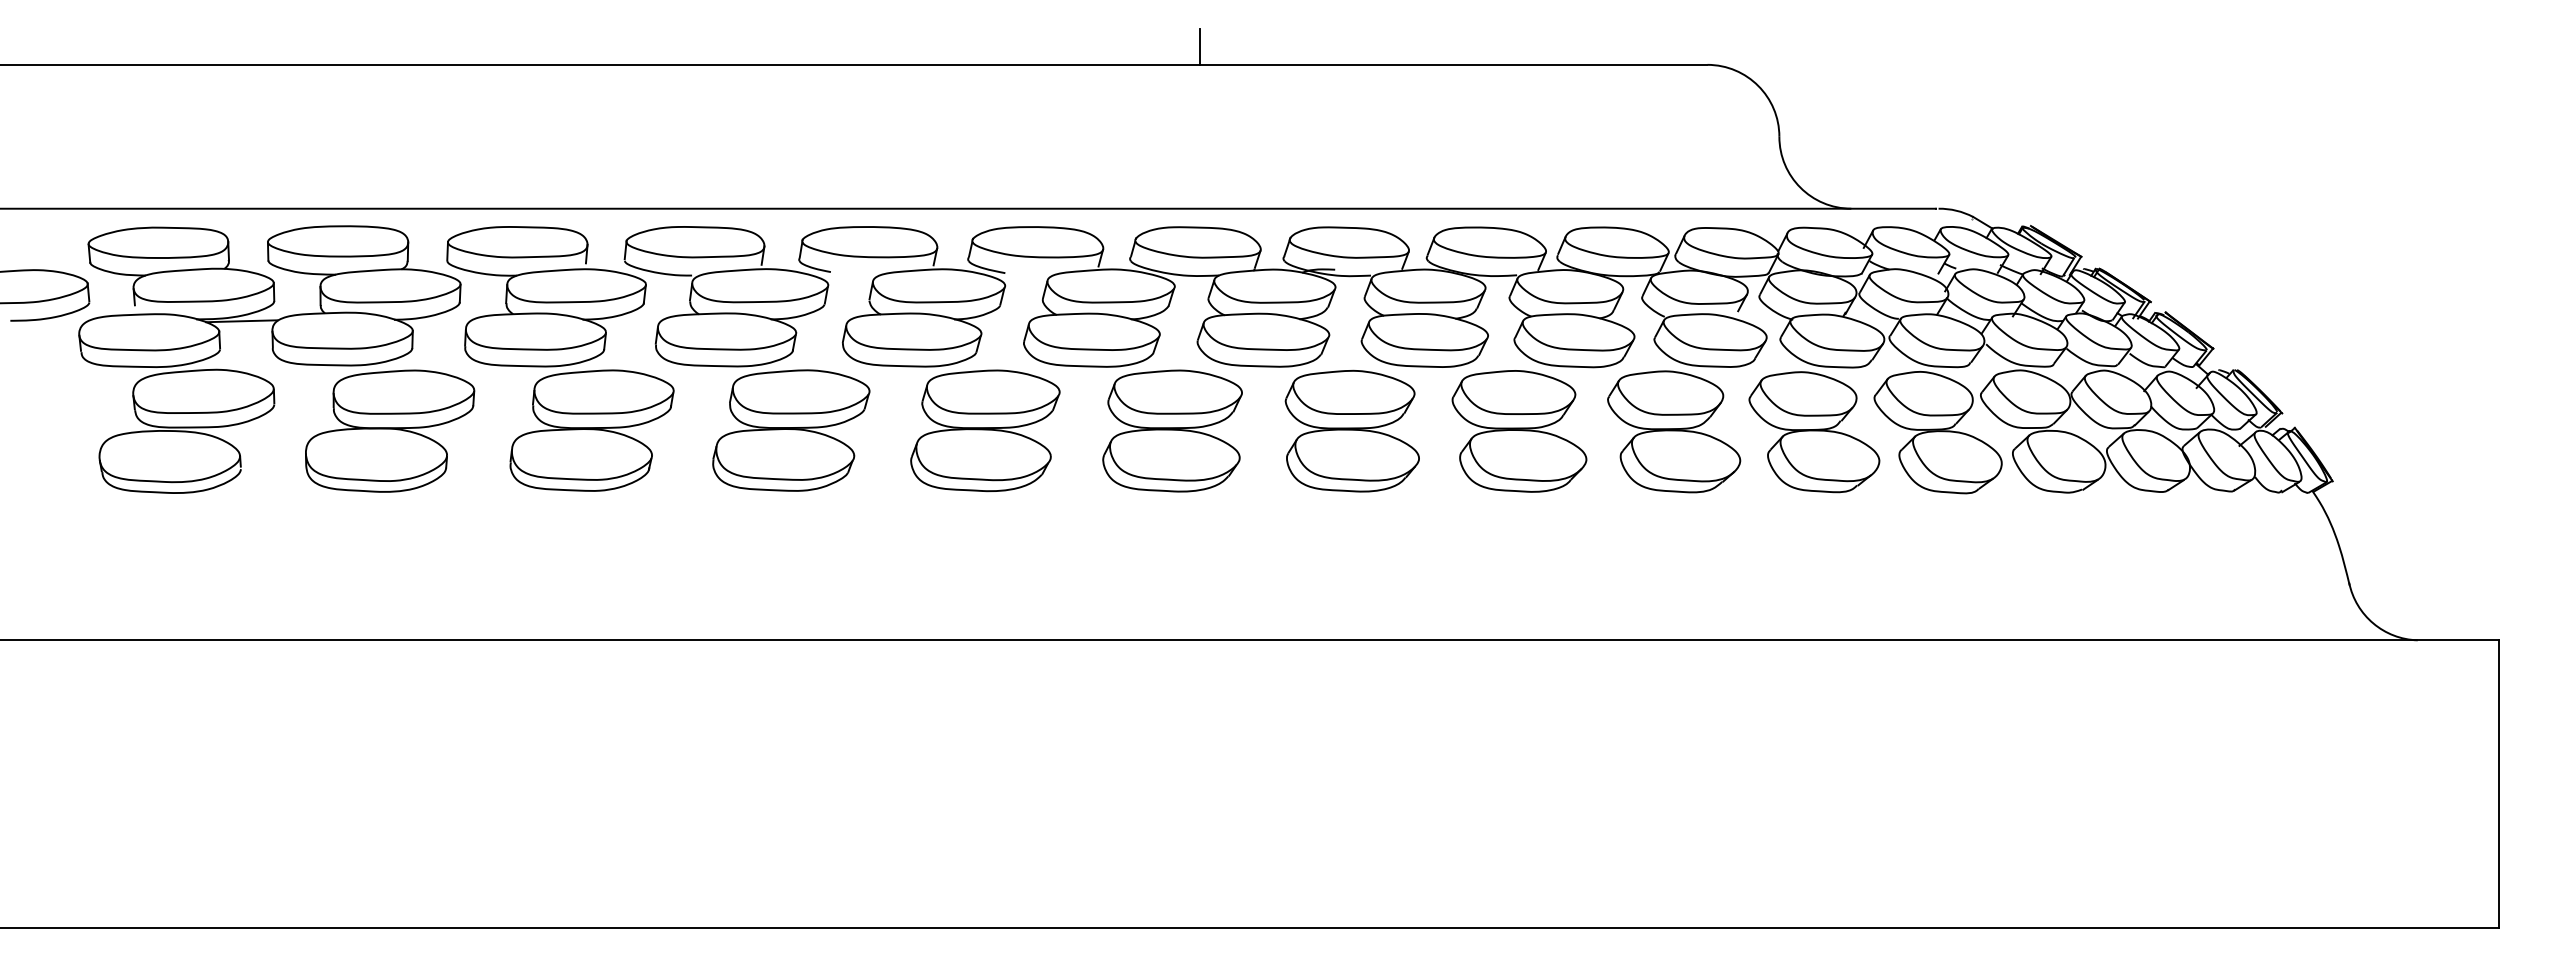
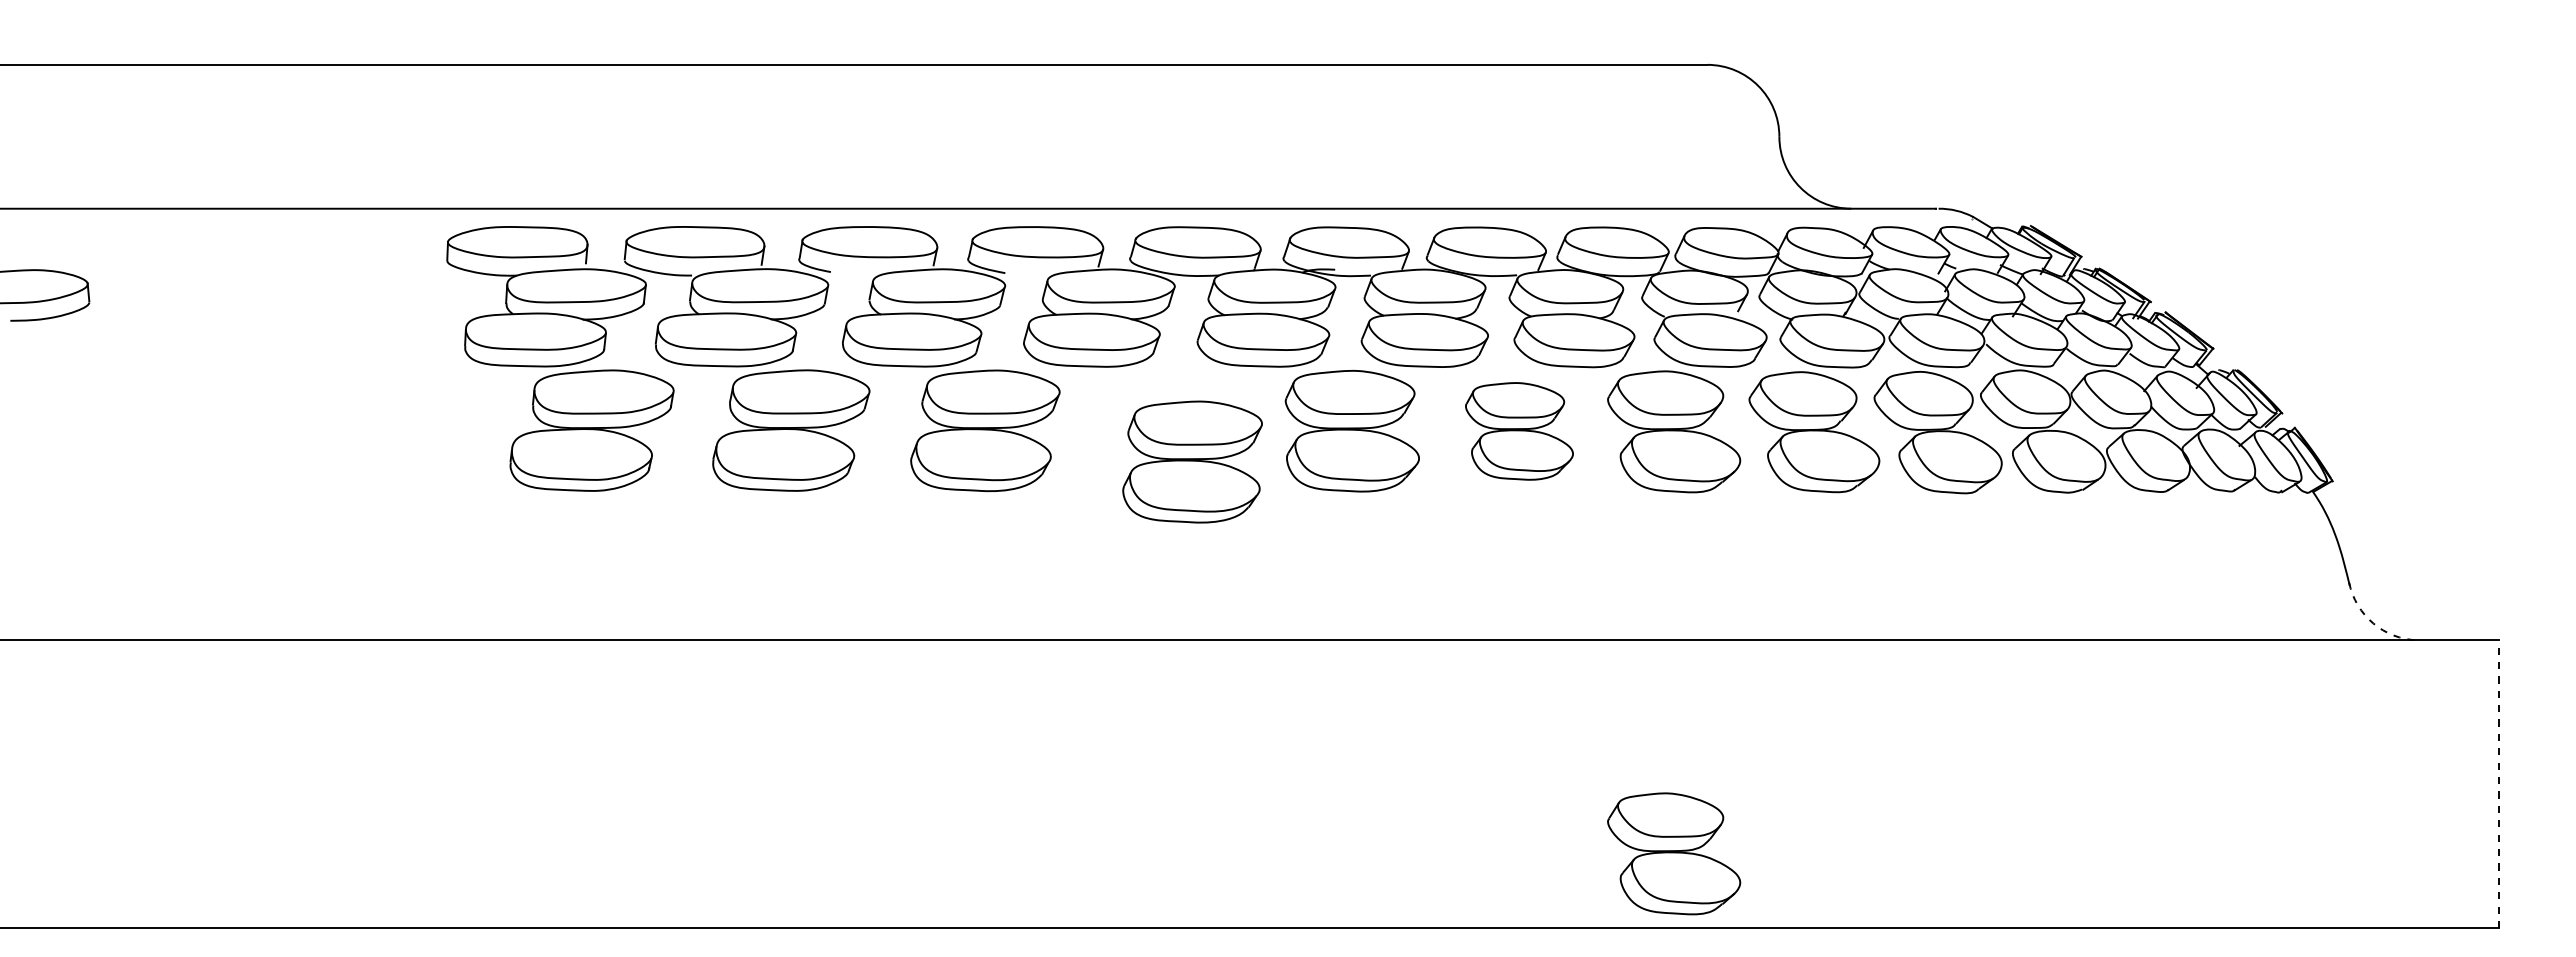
line at (1200, 46): present -> none
part at (276, 359): present -> none
part at (1172, 430) position: (1172, 430) -> (1192, 461)
part at (1519, 431) size: 137x123 px -> 109x99 px
arc at (2373, 623): solid -> dashed
line at (2498, 784): solid -> dashed
part at (1674, 853): none -> present
